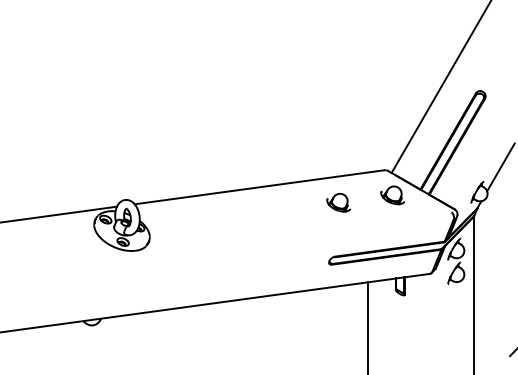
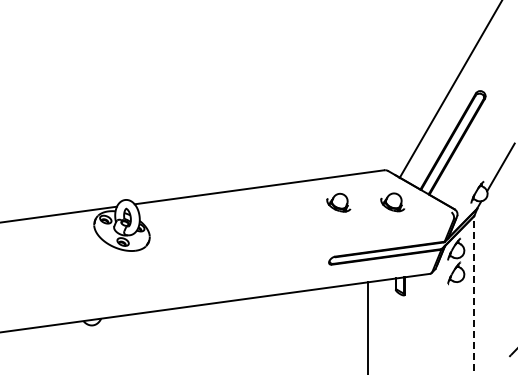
line at (440, 87) position: (440, 87) -> (450, 90)
part at (392, 195) position: (392, 195) -> (392, 202)
line at (474, 294): solid -> dashed
